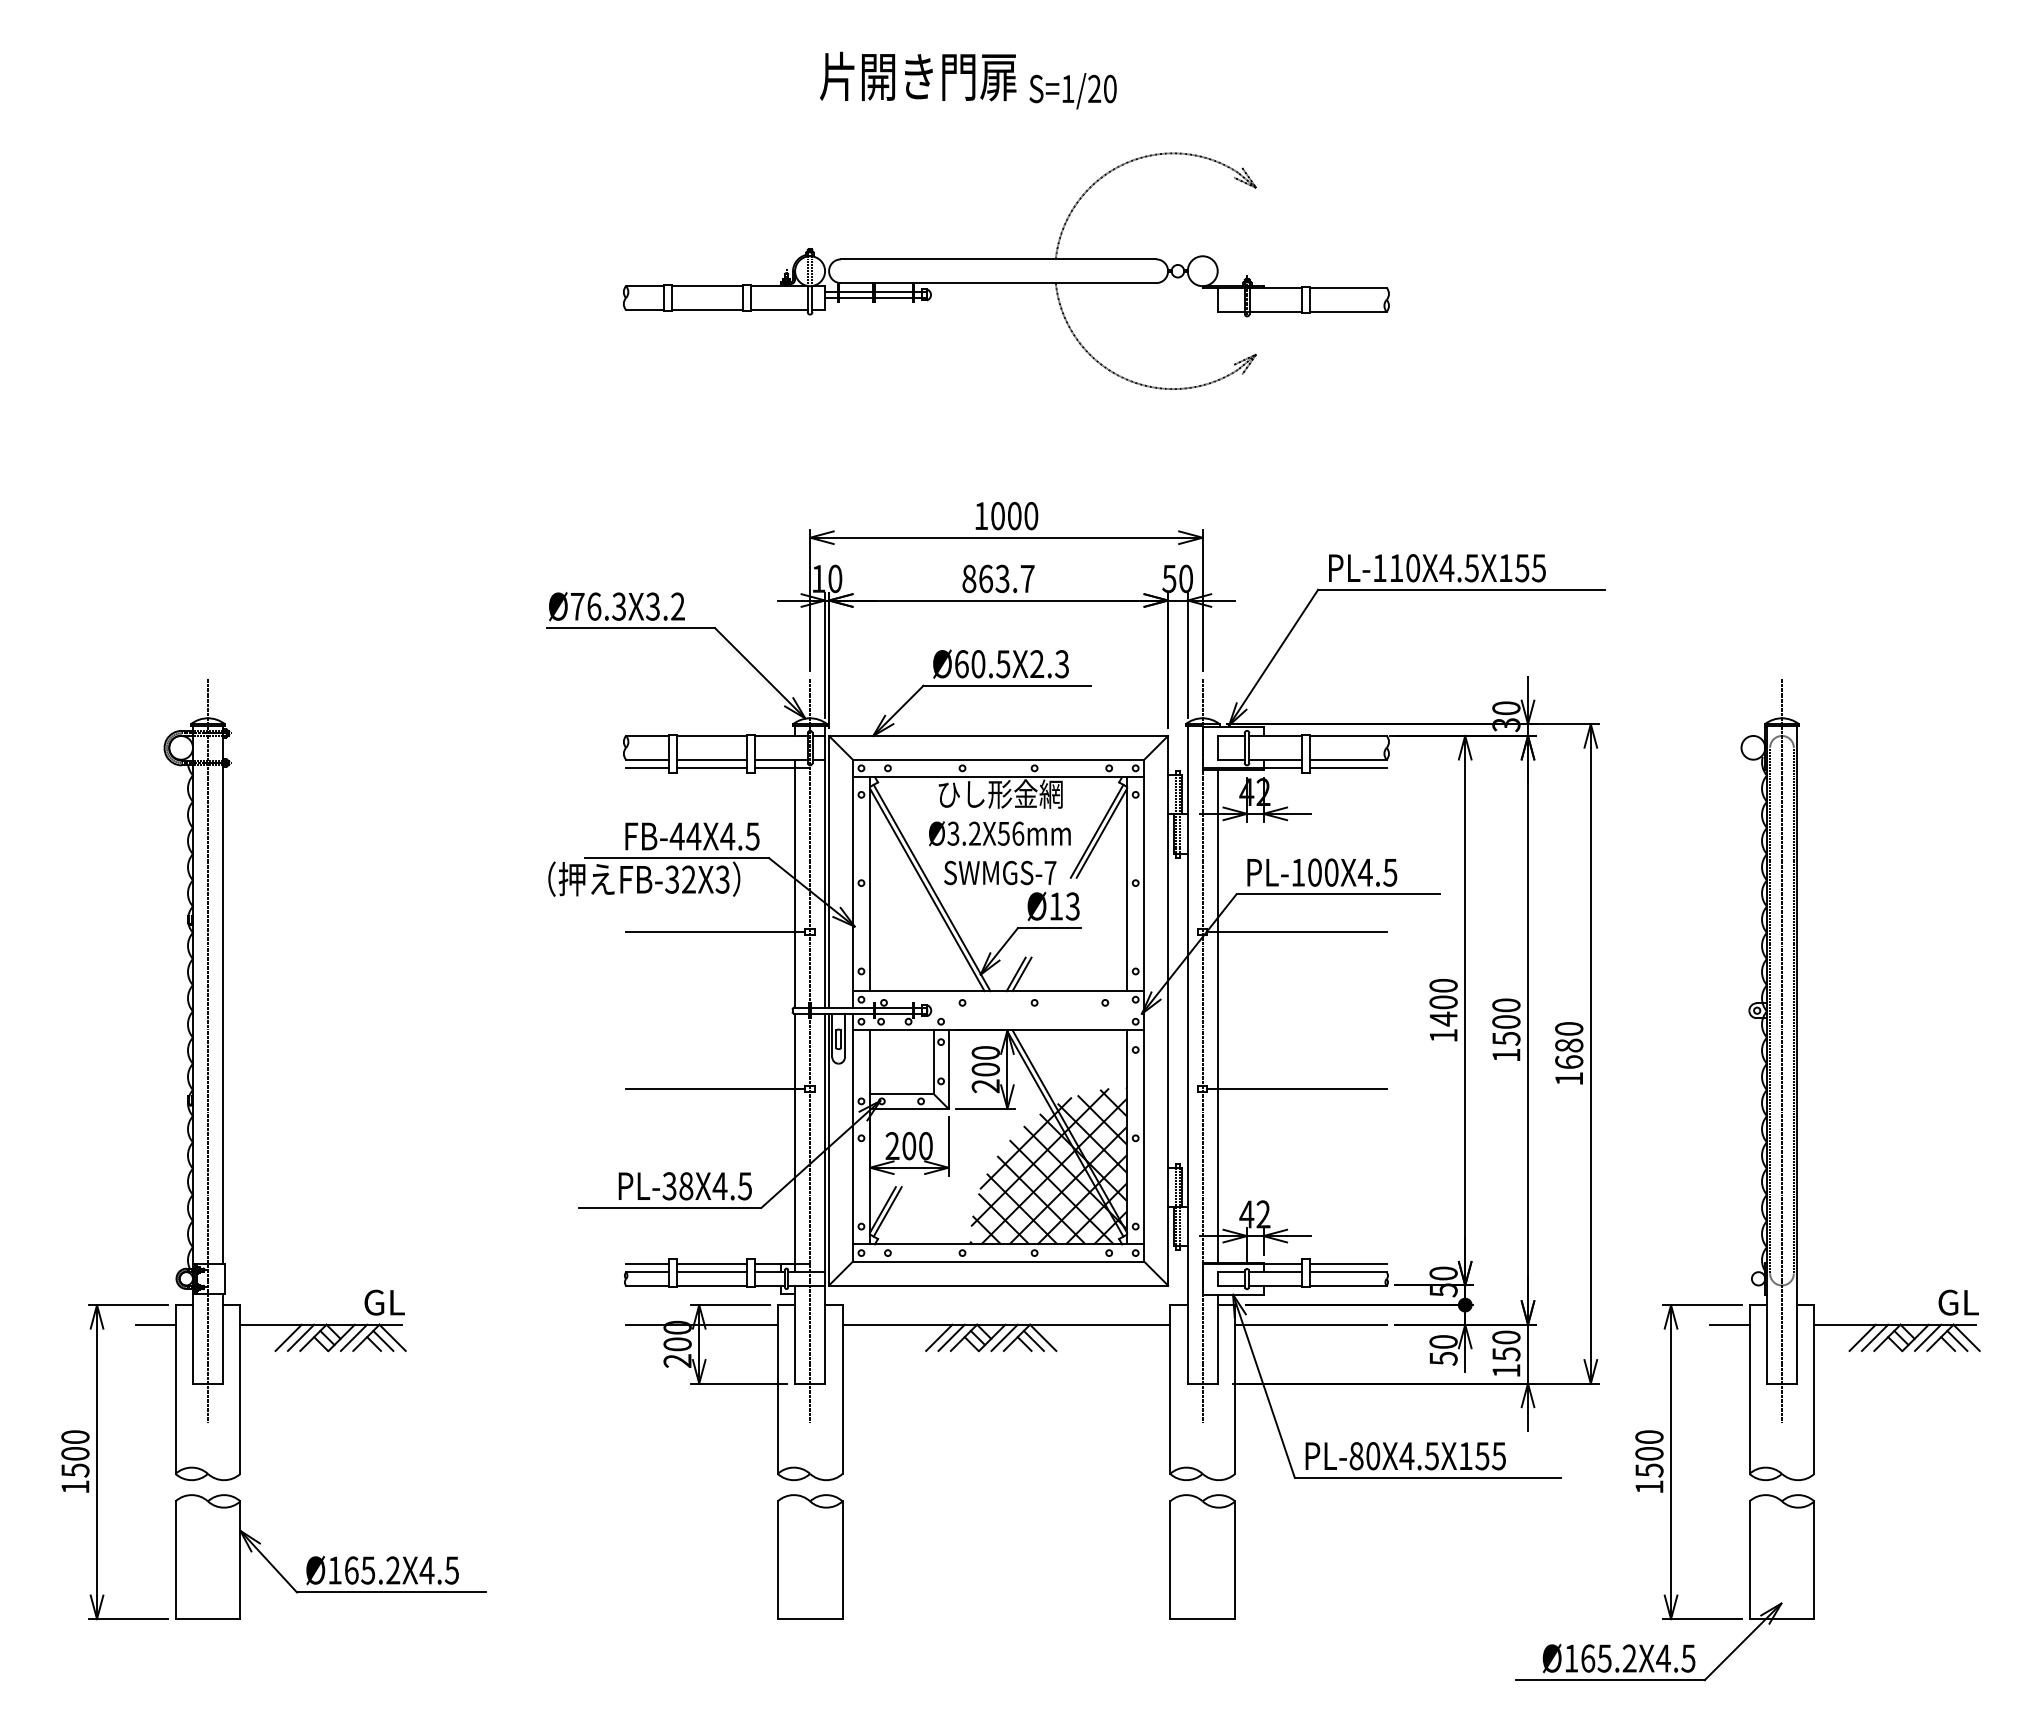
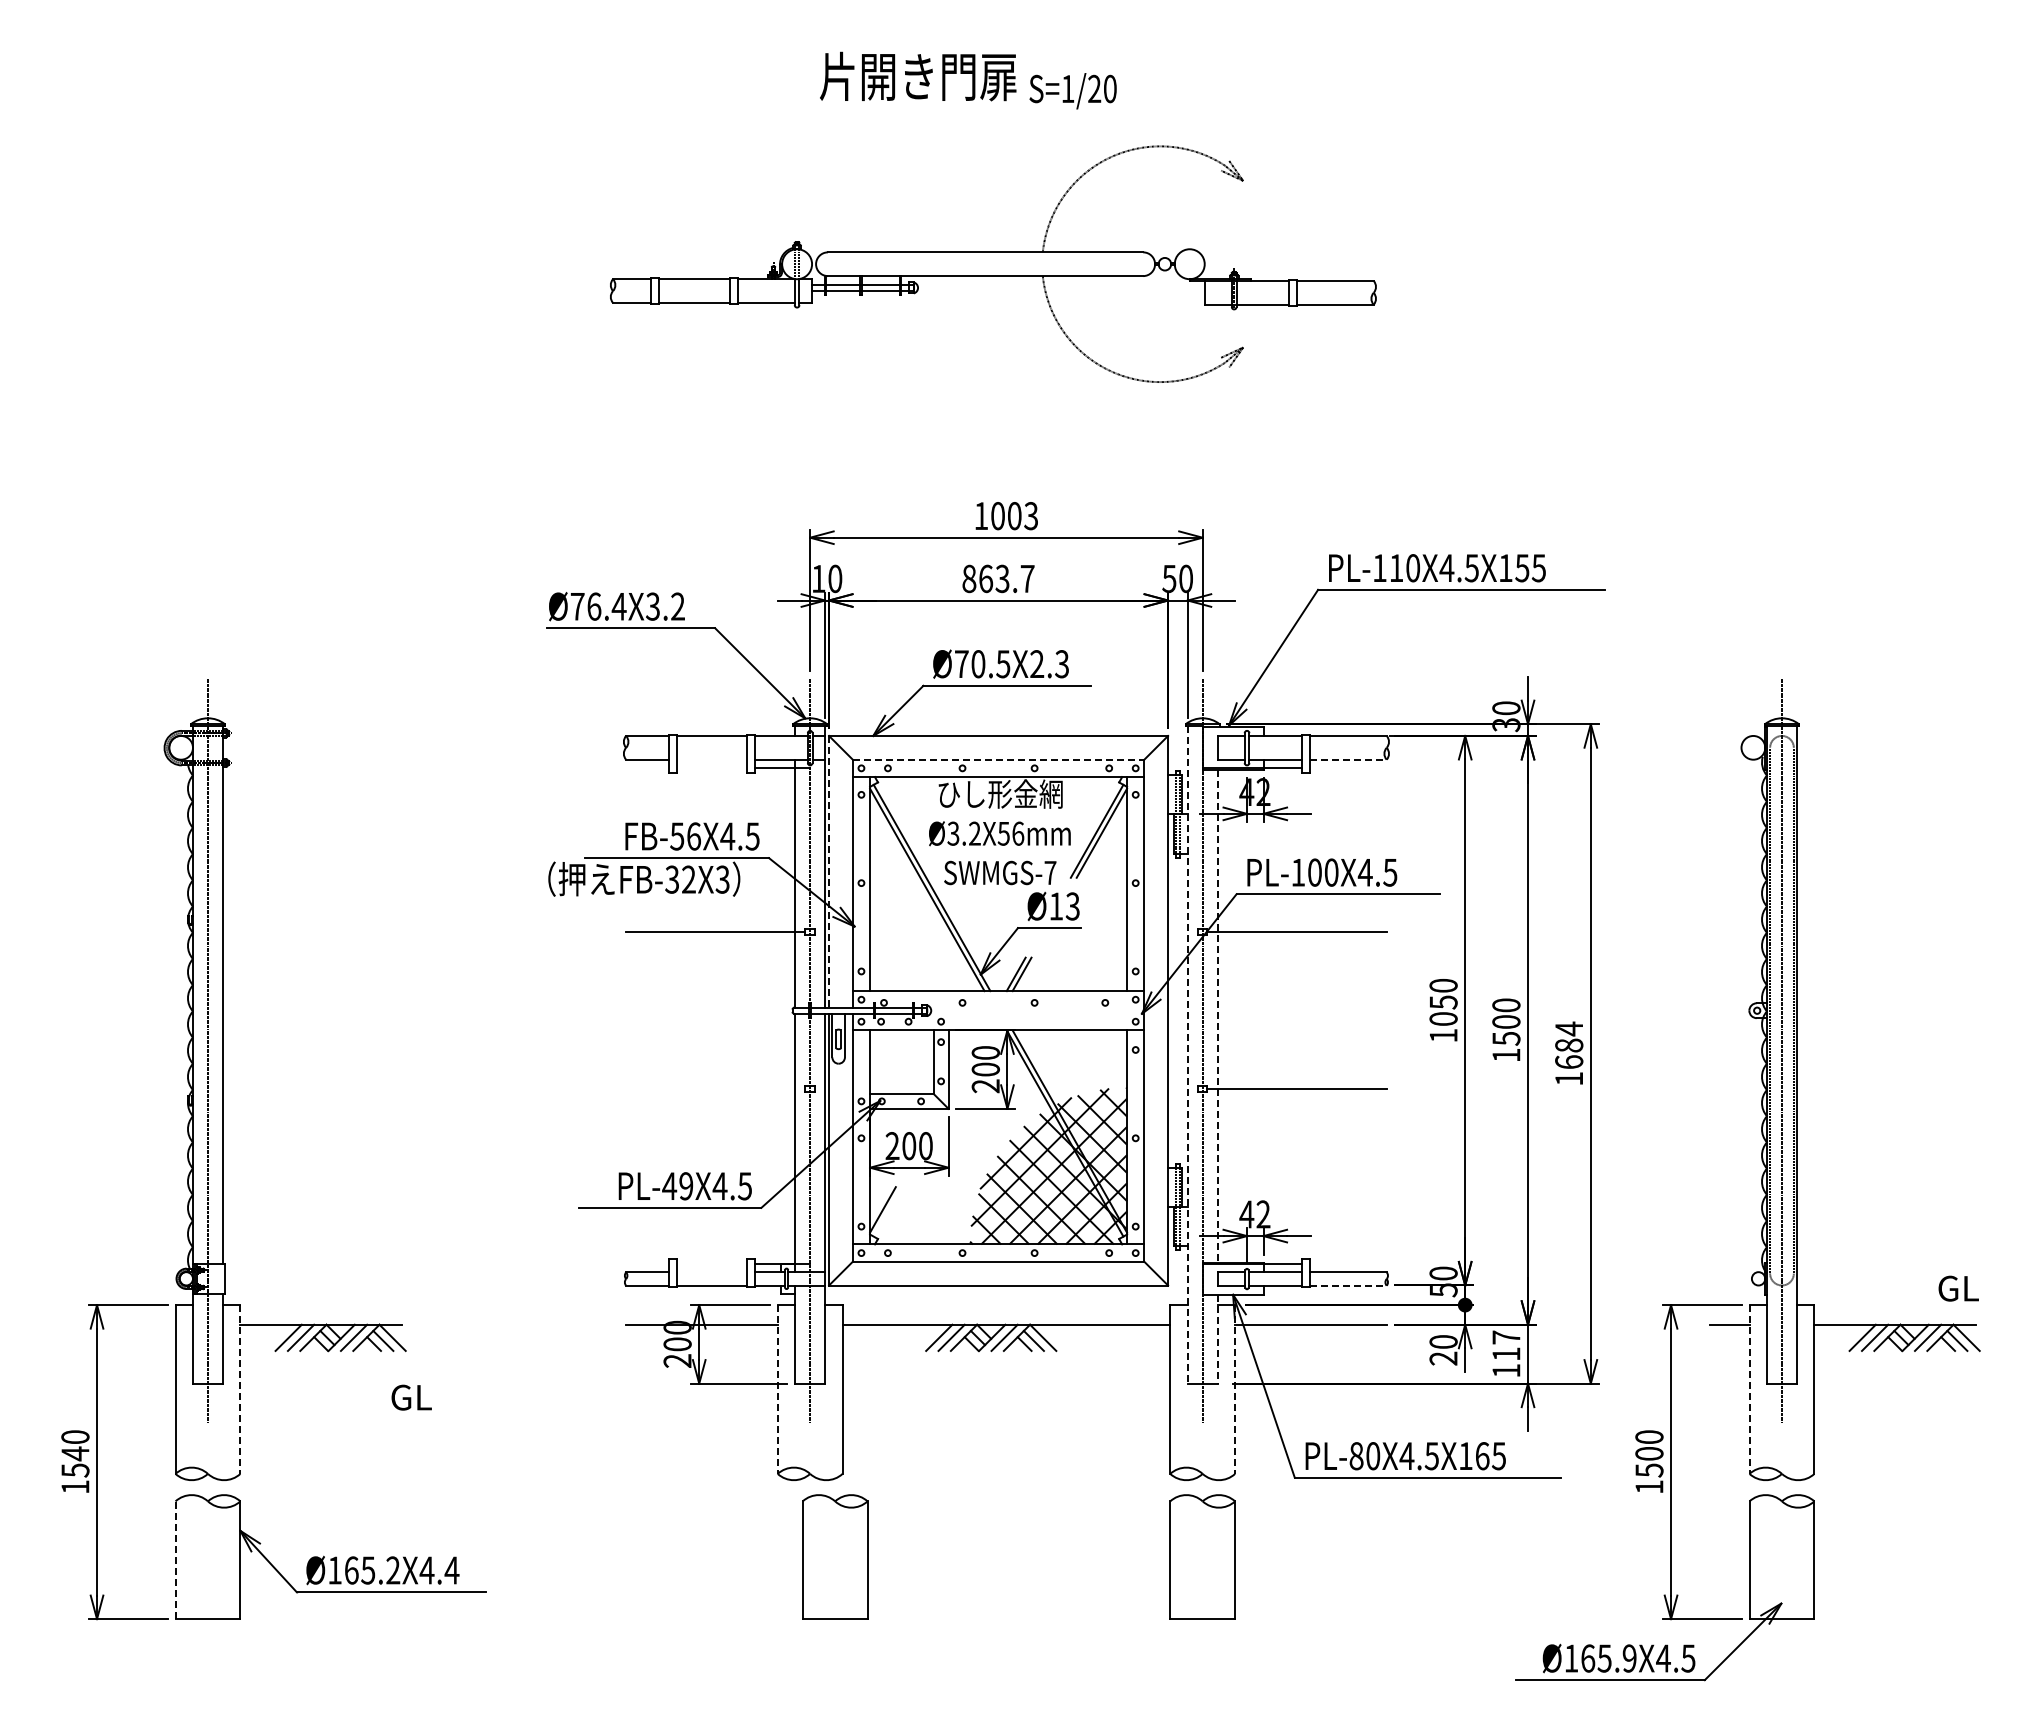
part at (1006, 270) position: (1006, 270) -> (993, 263)
text at (1031, 516): 1000 -> 1003
text at (618, 606): Ø76.3X3.2 -> Ø76.4X3.2
text at (961, 664): Ø60.5X2.3 -> Ø70.5X2.3
line at (711, 759): present -> none
line at (998, 759): solid -> dashed
line at (1348, 759): solid -> dashed
line at (647, 768): present -> none
line at (711, 768): present -> none
line at (1347, 768): present -> none
text at (685, 836): FB-44X4.5 -> FB-56X4.5
line at (829, 871): solid -> dashed
text at (1443, 1010): 1400 -> 1050
line at (1217, 1016): solid -> dashed
text at (1569, 1028): 1680 -> 1684
line at (1187, 1054): solid -> dashed
line at (715, 1089): present -> none
text at (677, 1186): PL-38X4.5 -> PL-49X4.5
line at (887, 1211): present -> none
line at (647, 1263): present -> none
line at (711, 1263): present -> none
line at (1347, 1263): present -> none
line at (711, 1272): present -> none
line at (1348, 1285): solid -> dashed
text at (384, 1302) position: (384, 1302) -> (411, 1397)
text at (1958, 1302) position: (1958, 1302) -> (1958, 1288)
line at (155, 1324): present -> none
line at (1217, 1339): solid -> dashed
text at (1506, 1345): 150 -> 117
text at (1443, 1358): 50 -> 20
line at (240, 1390): solid -> dashed
line at (777, 1390): solid -> dashed
line at (1235, 1390): solid -> dashed
line at (1749, 1390): solid -> dashed
text at (75, 1453): 1500 -> 1540
text at (1482, 1456): PL-80X4.5X155 -> PL-80X4.5X165
part at (810, 1556) position: (810, 1556) -> (835, 1556)
line at (175, 1560): solid -> dashed
text at (451, 1570): Ø165.2X4.5 -> Ø165.2X4.4
text at (1629, 1658): Ø165.2X4.5 -> Ø165.9X4.5
